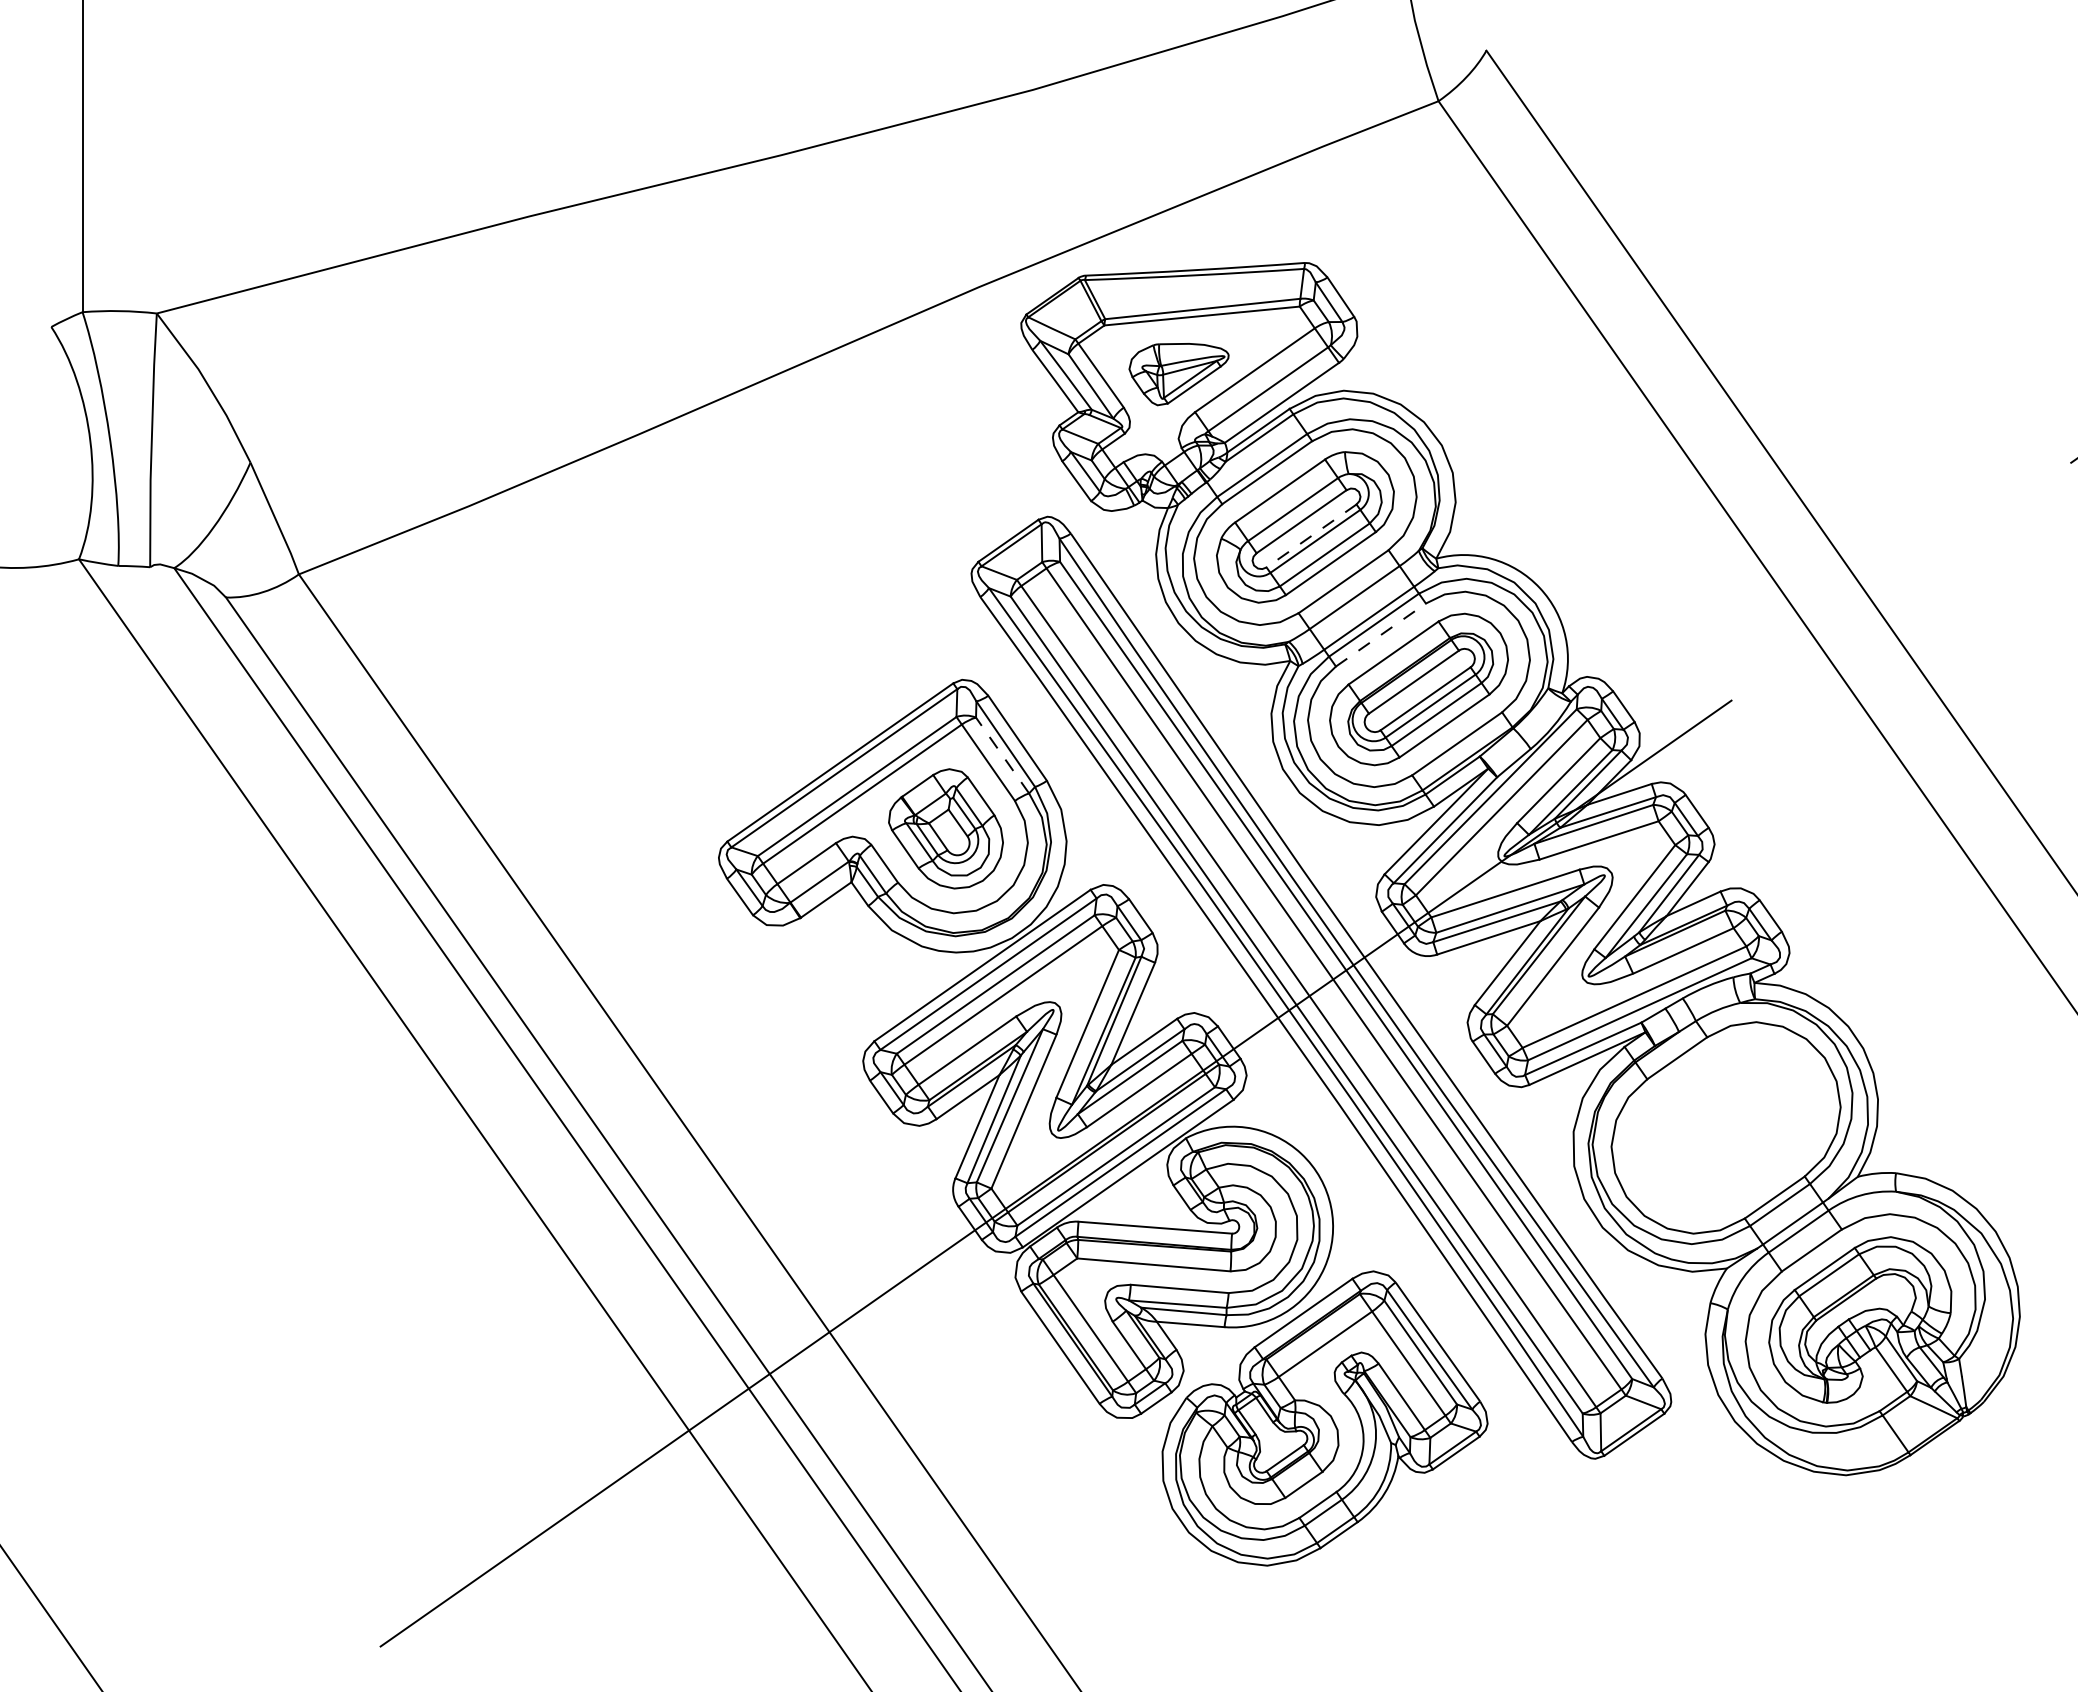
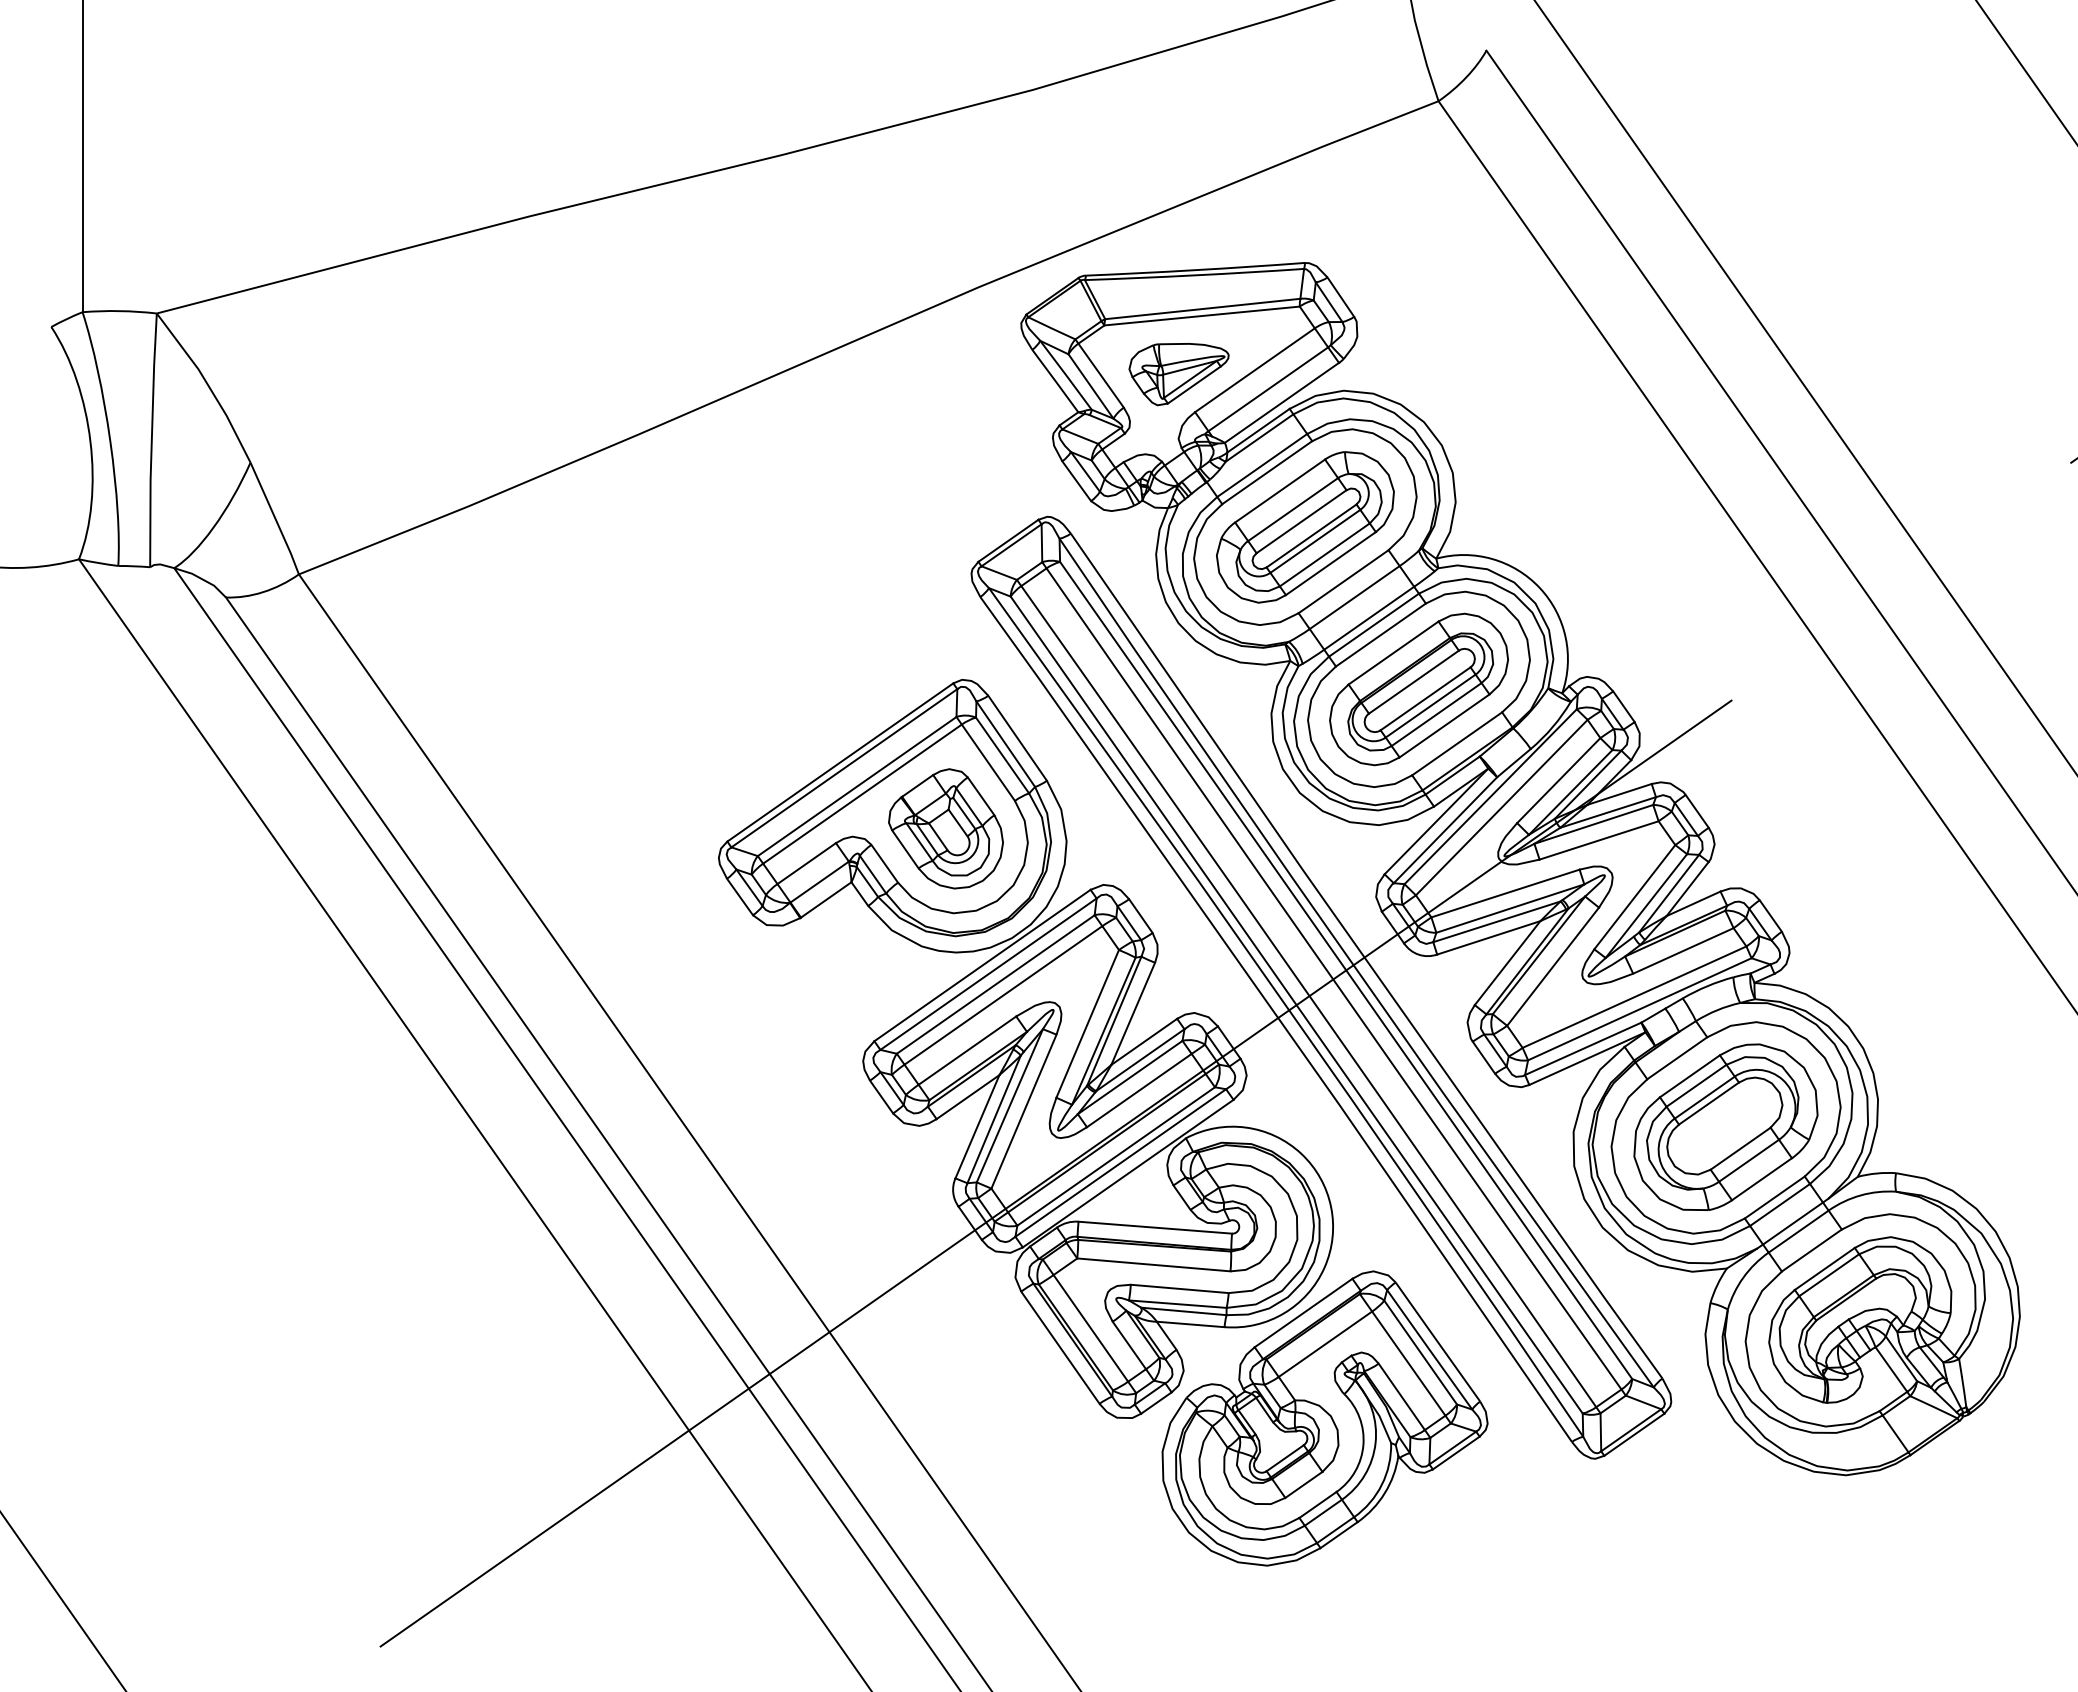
line at (2025, 71): none -> present
line at (1805, 387): none -> present
line at (1311, 535): dashed -> solid
line at (1380, 635): dashed -> solid
line at (1002, 755): dashed -> solid
part at (1725, 1126): none -> present
line at (51, 1618) position: (51, 1618) -> (62, 1601)
